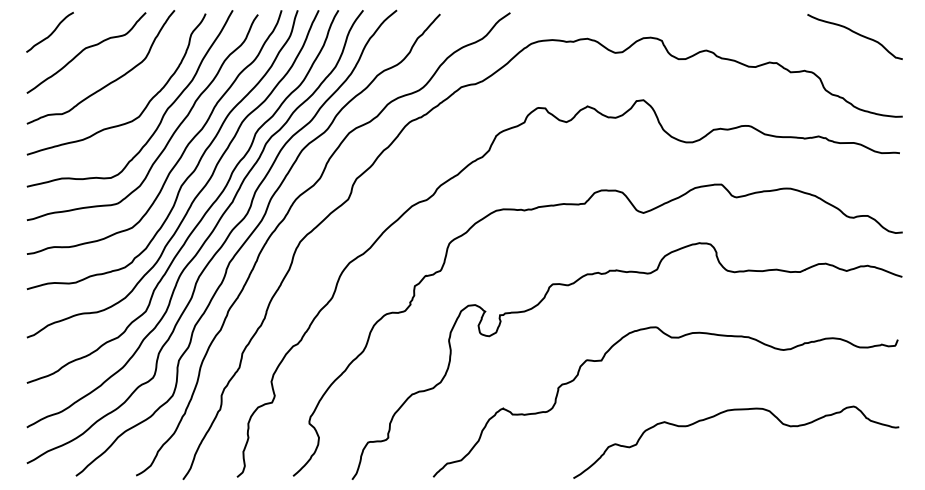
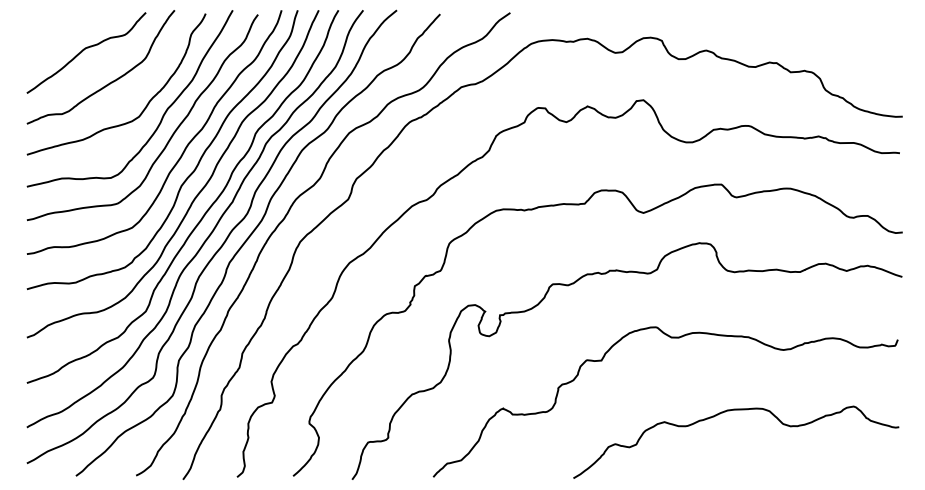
curve at (51, 32): present -> none
curve at (856, 34): present -> none
